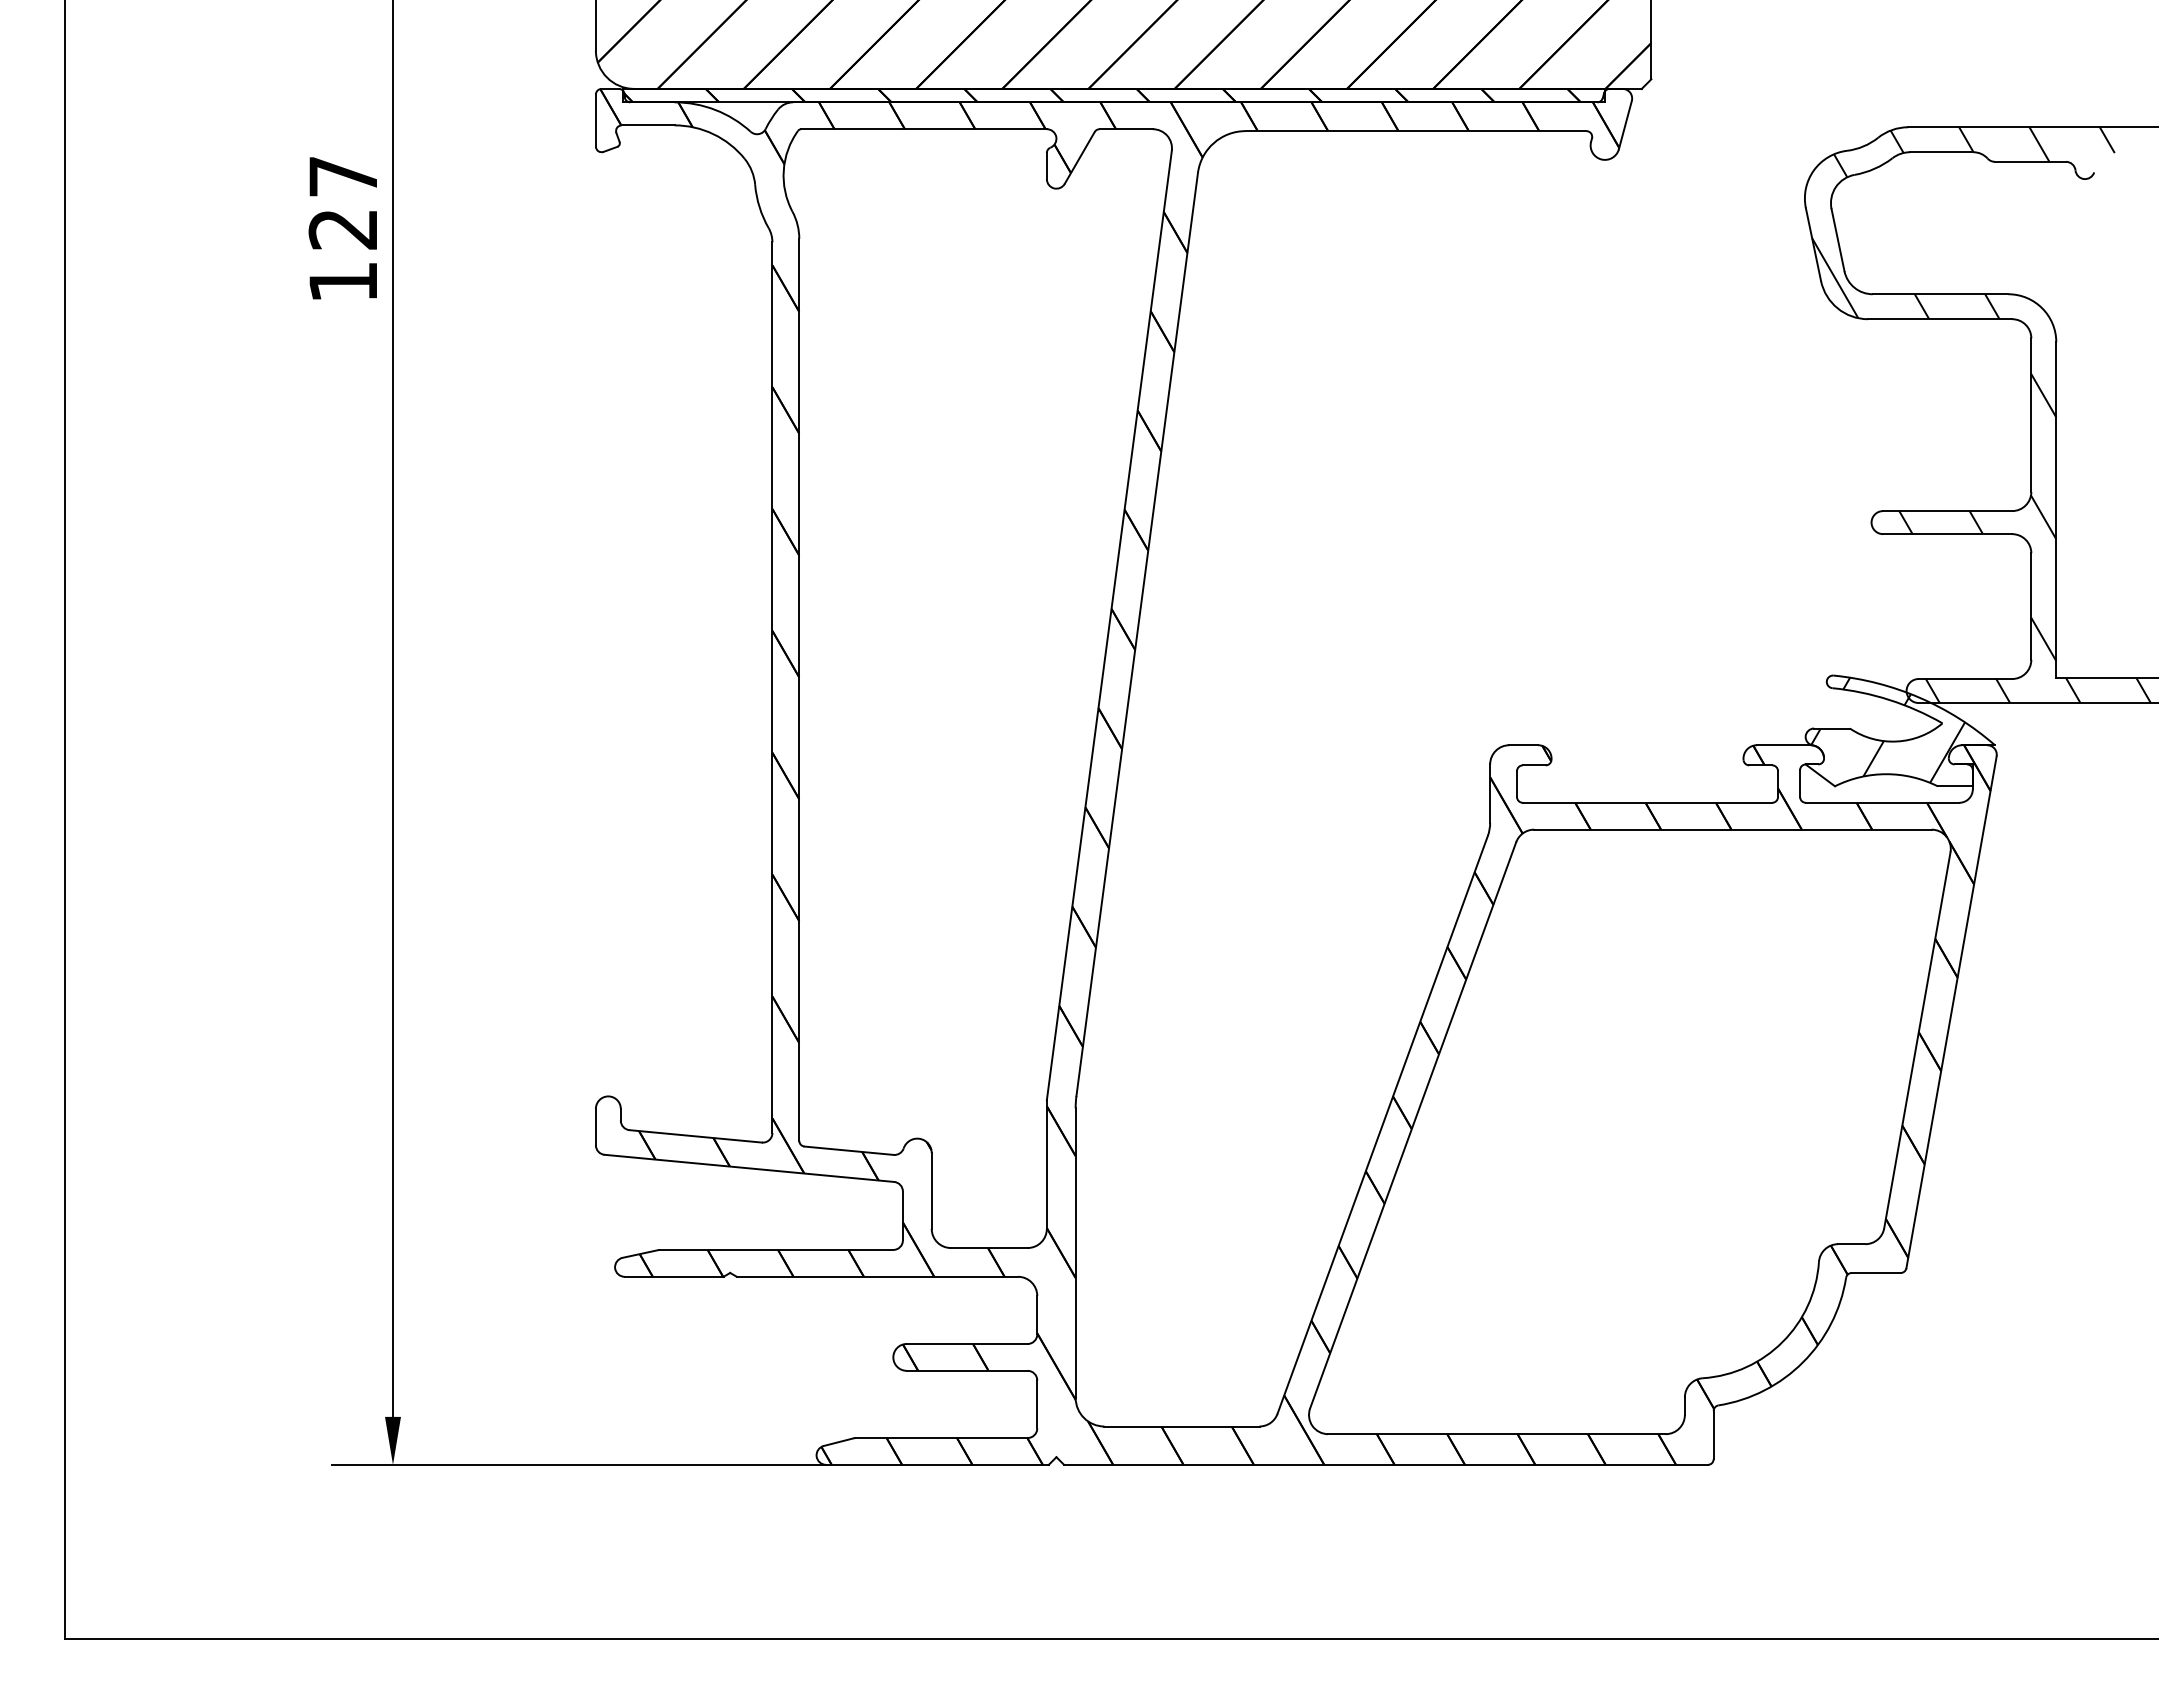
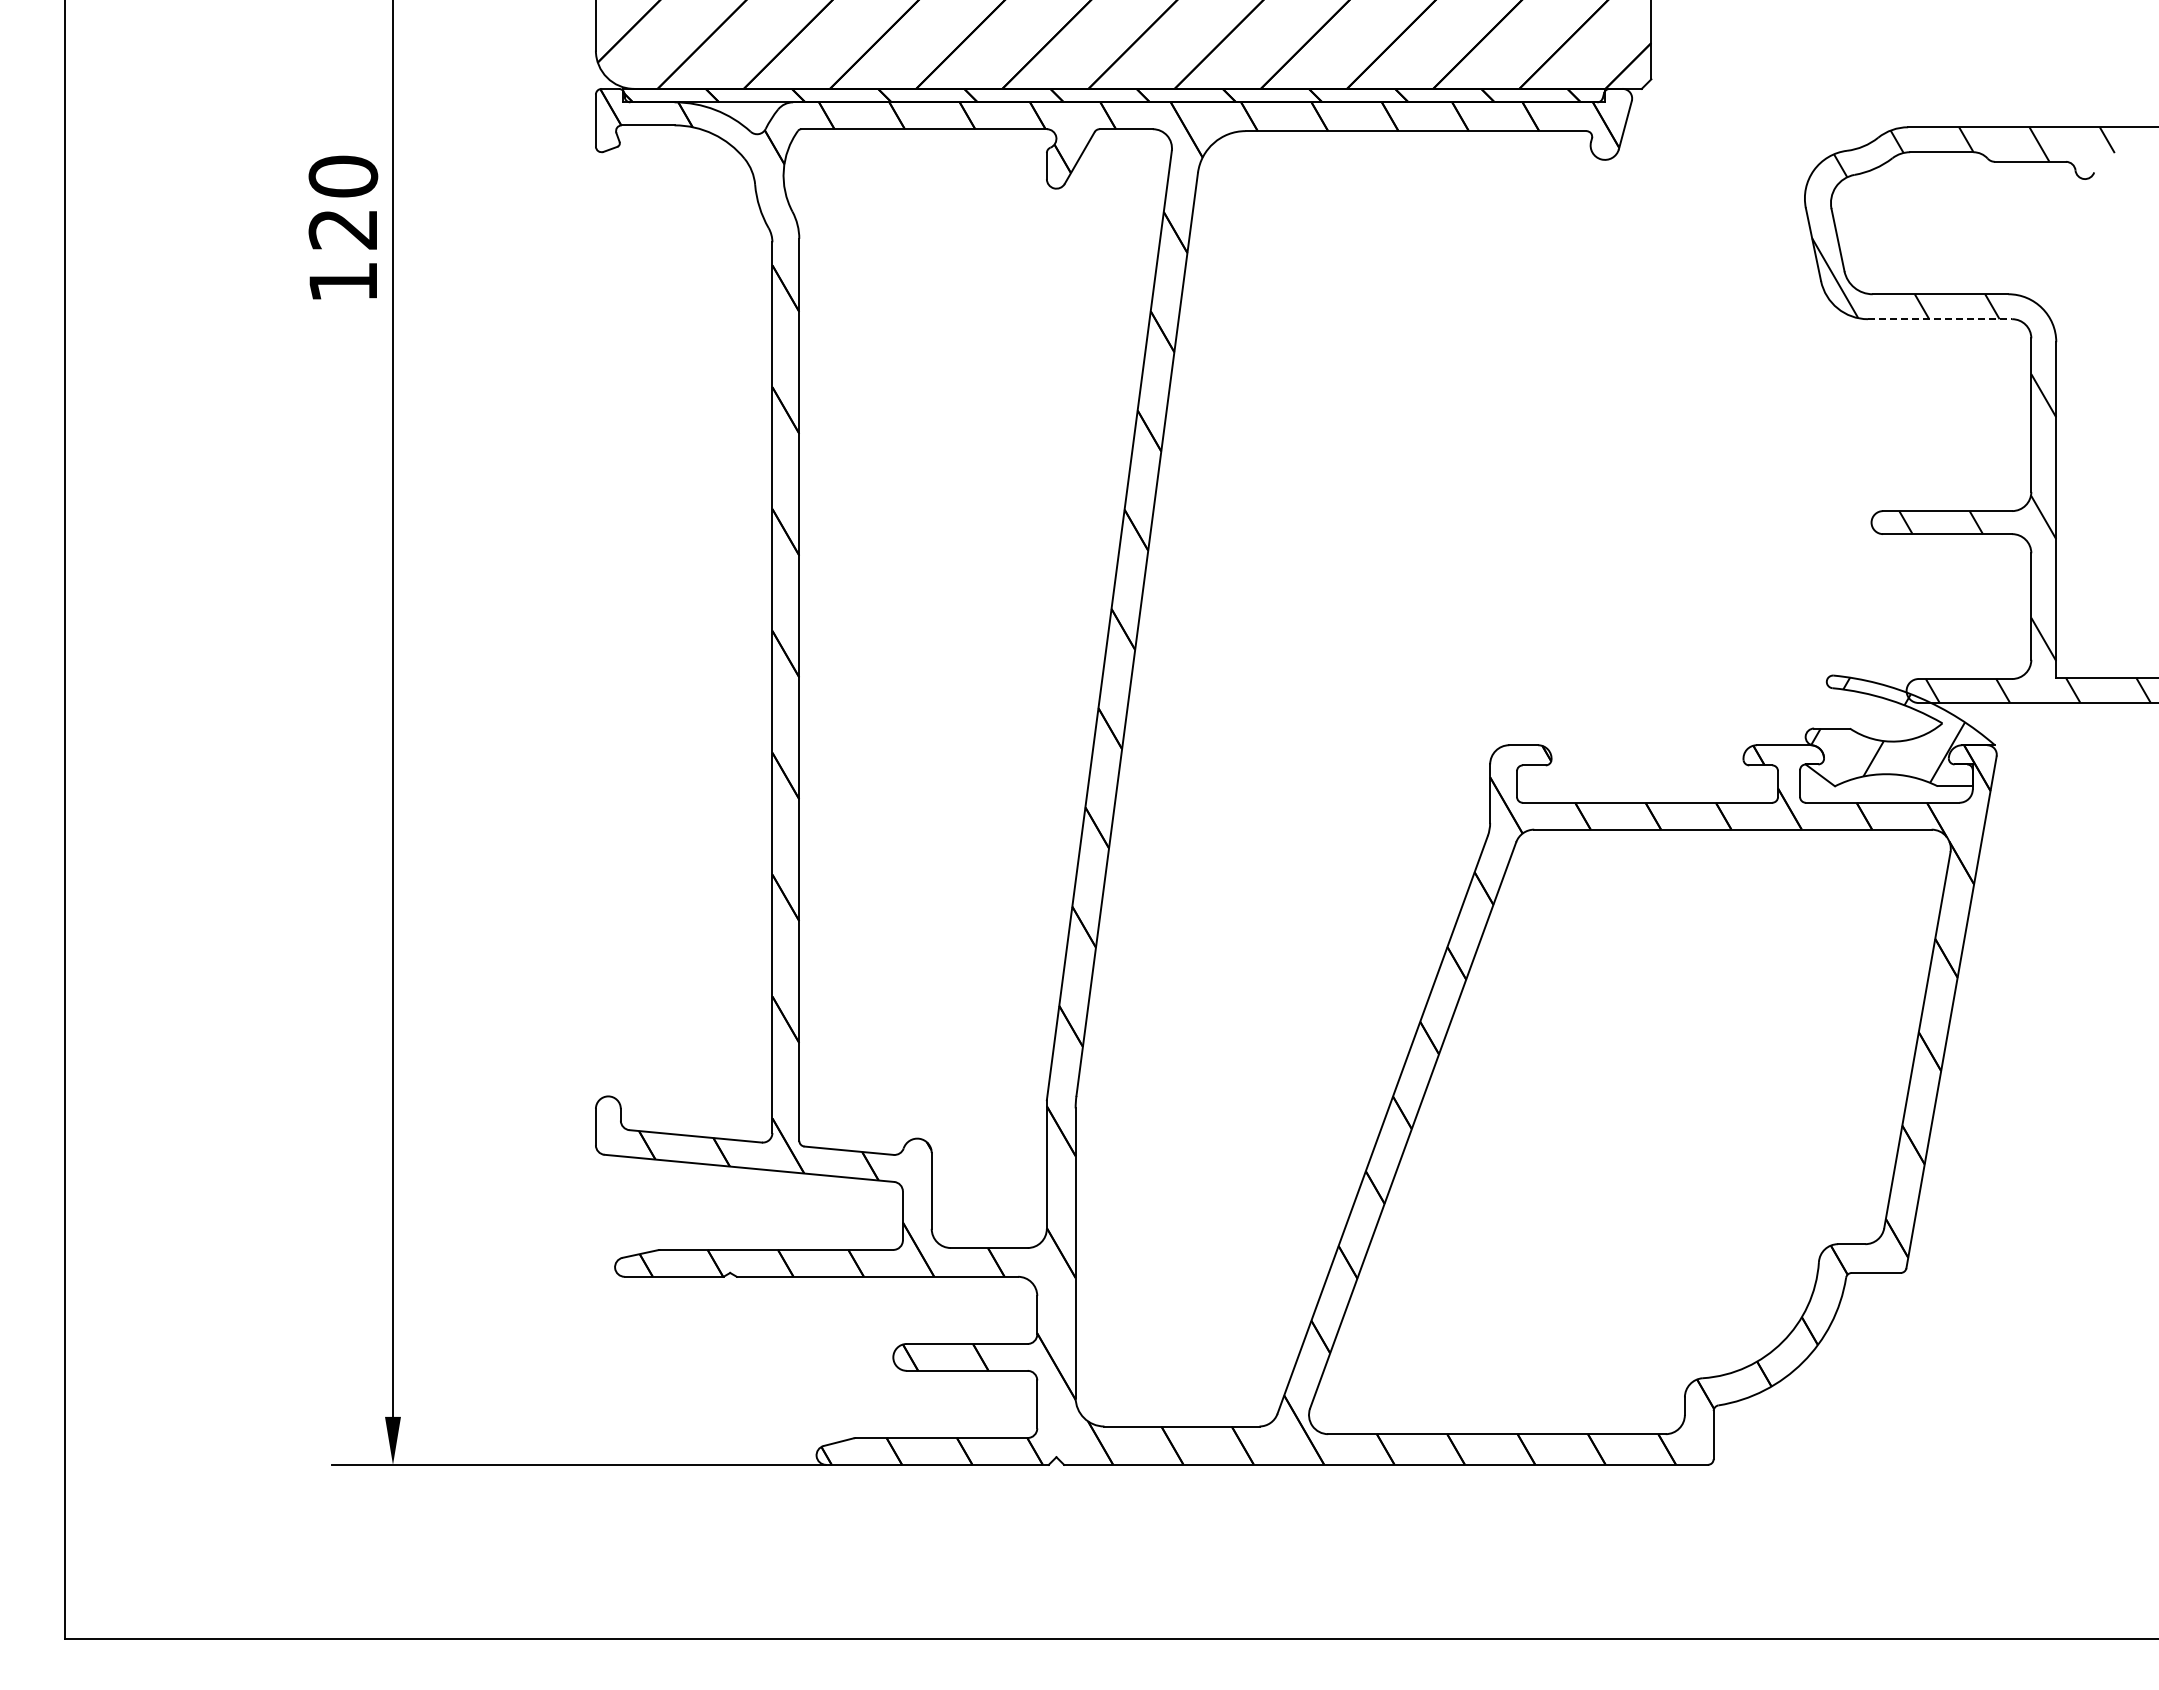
text at (343, 176): 127 -> 120
line at (1940, 319): solid -> dashed
